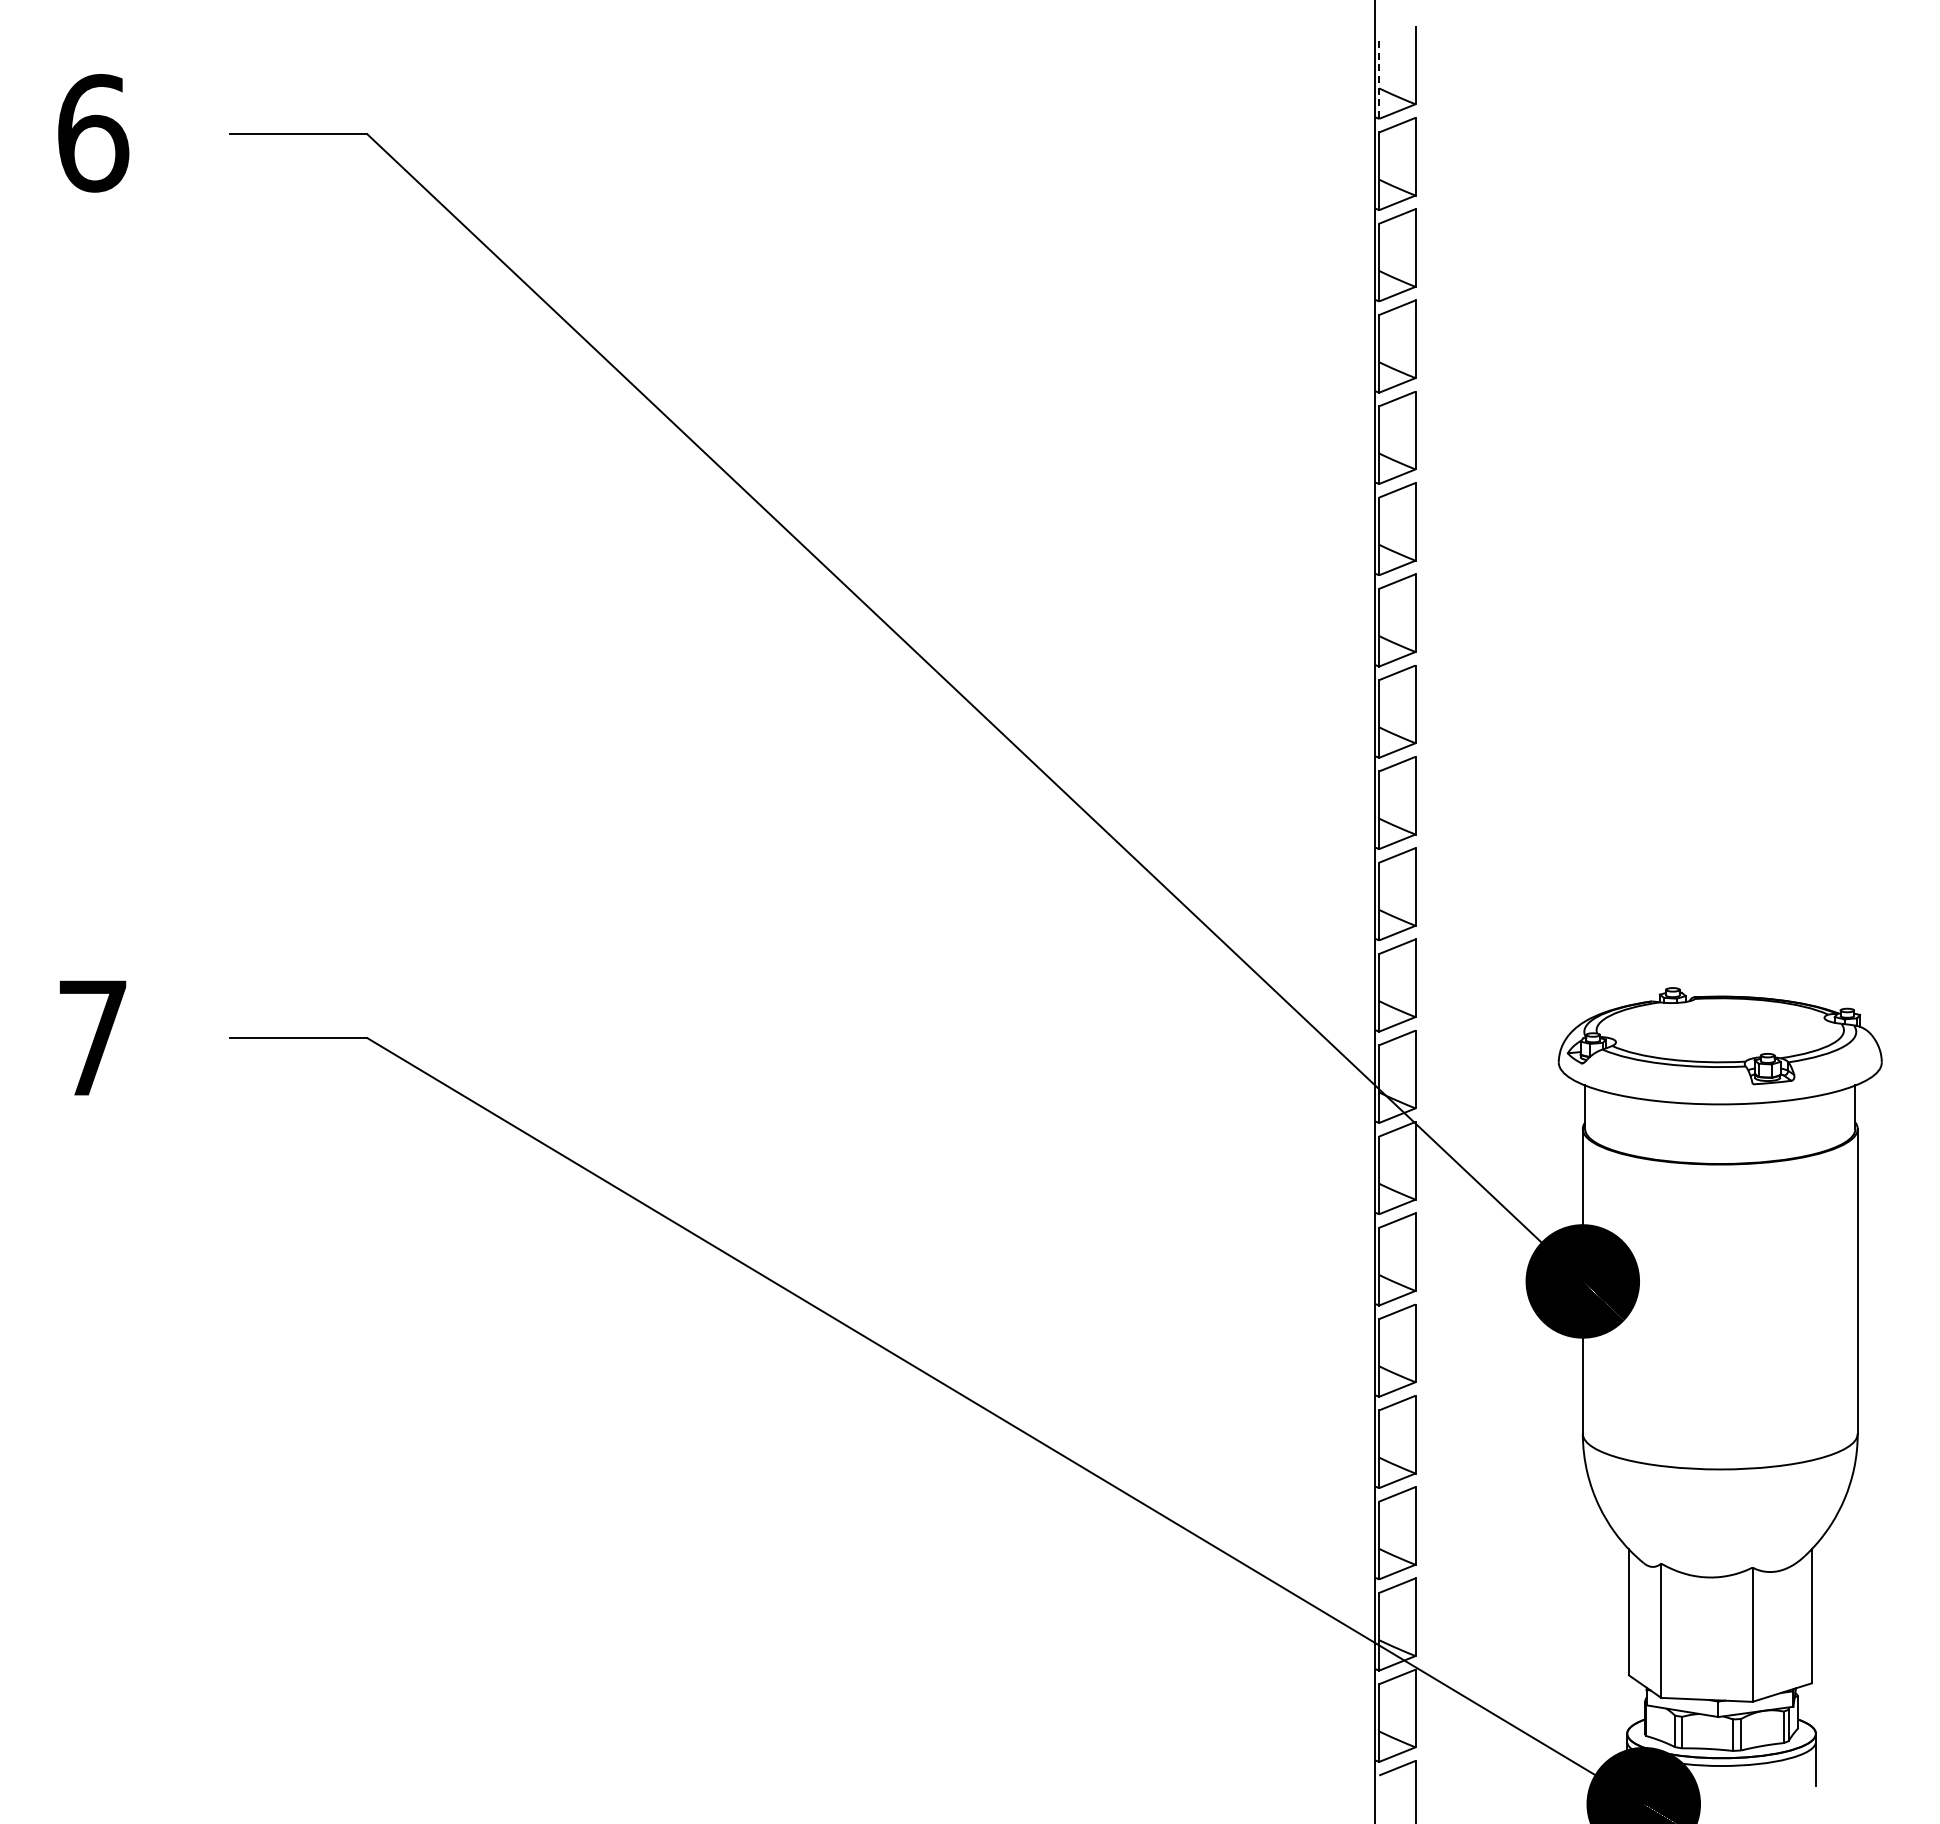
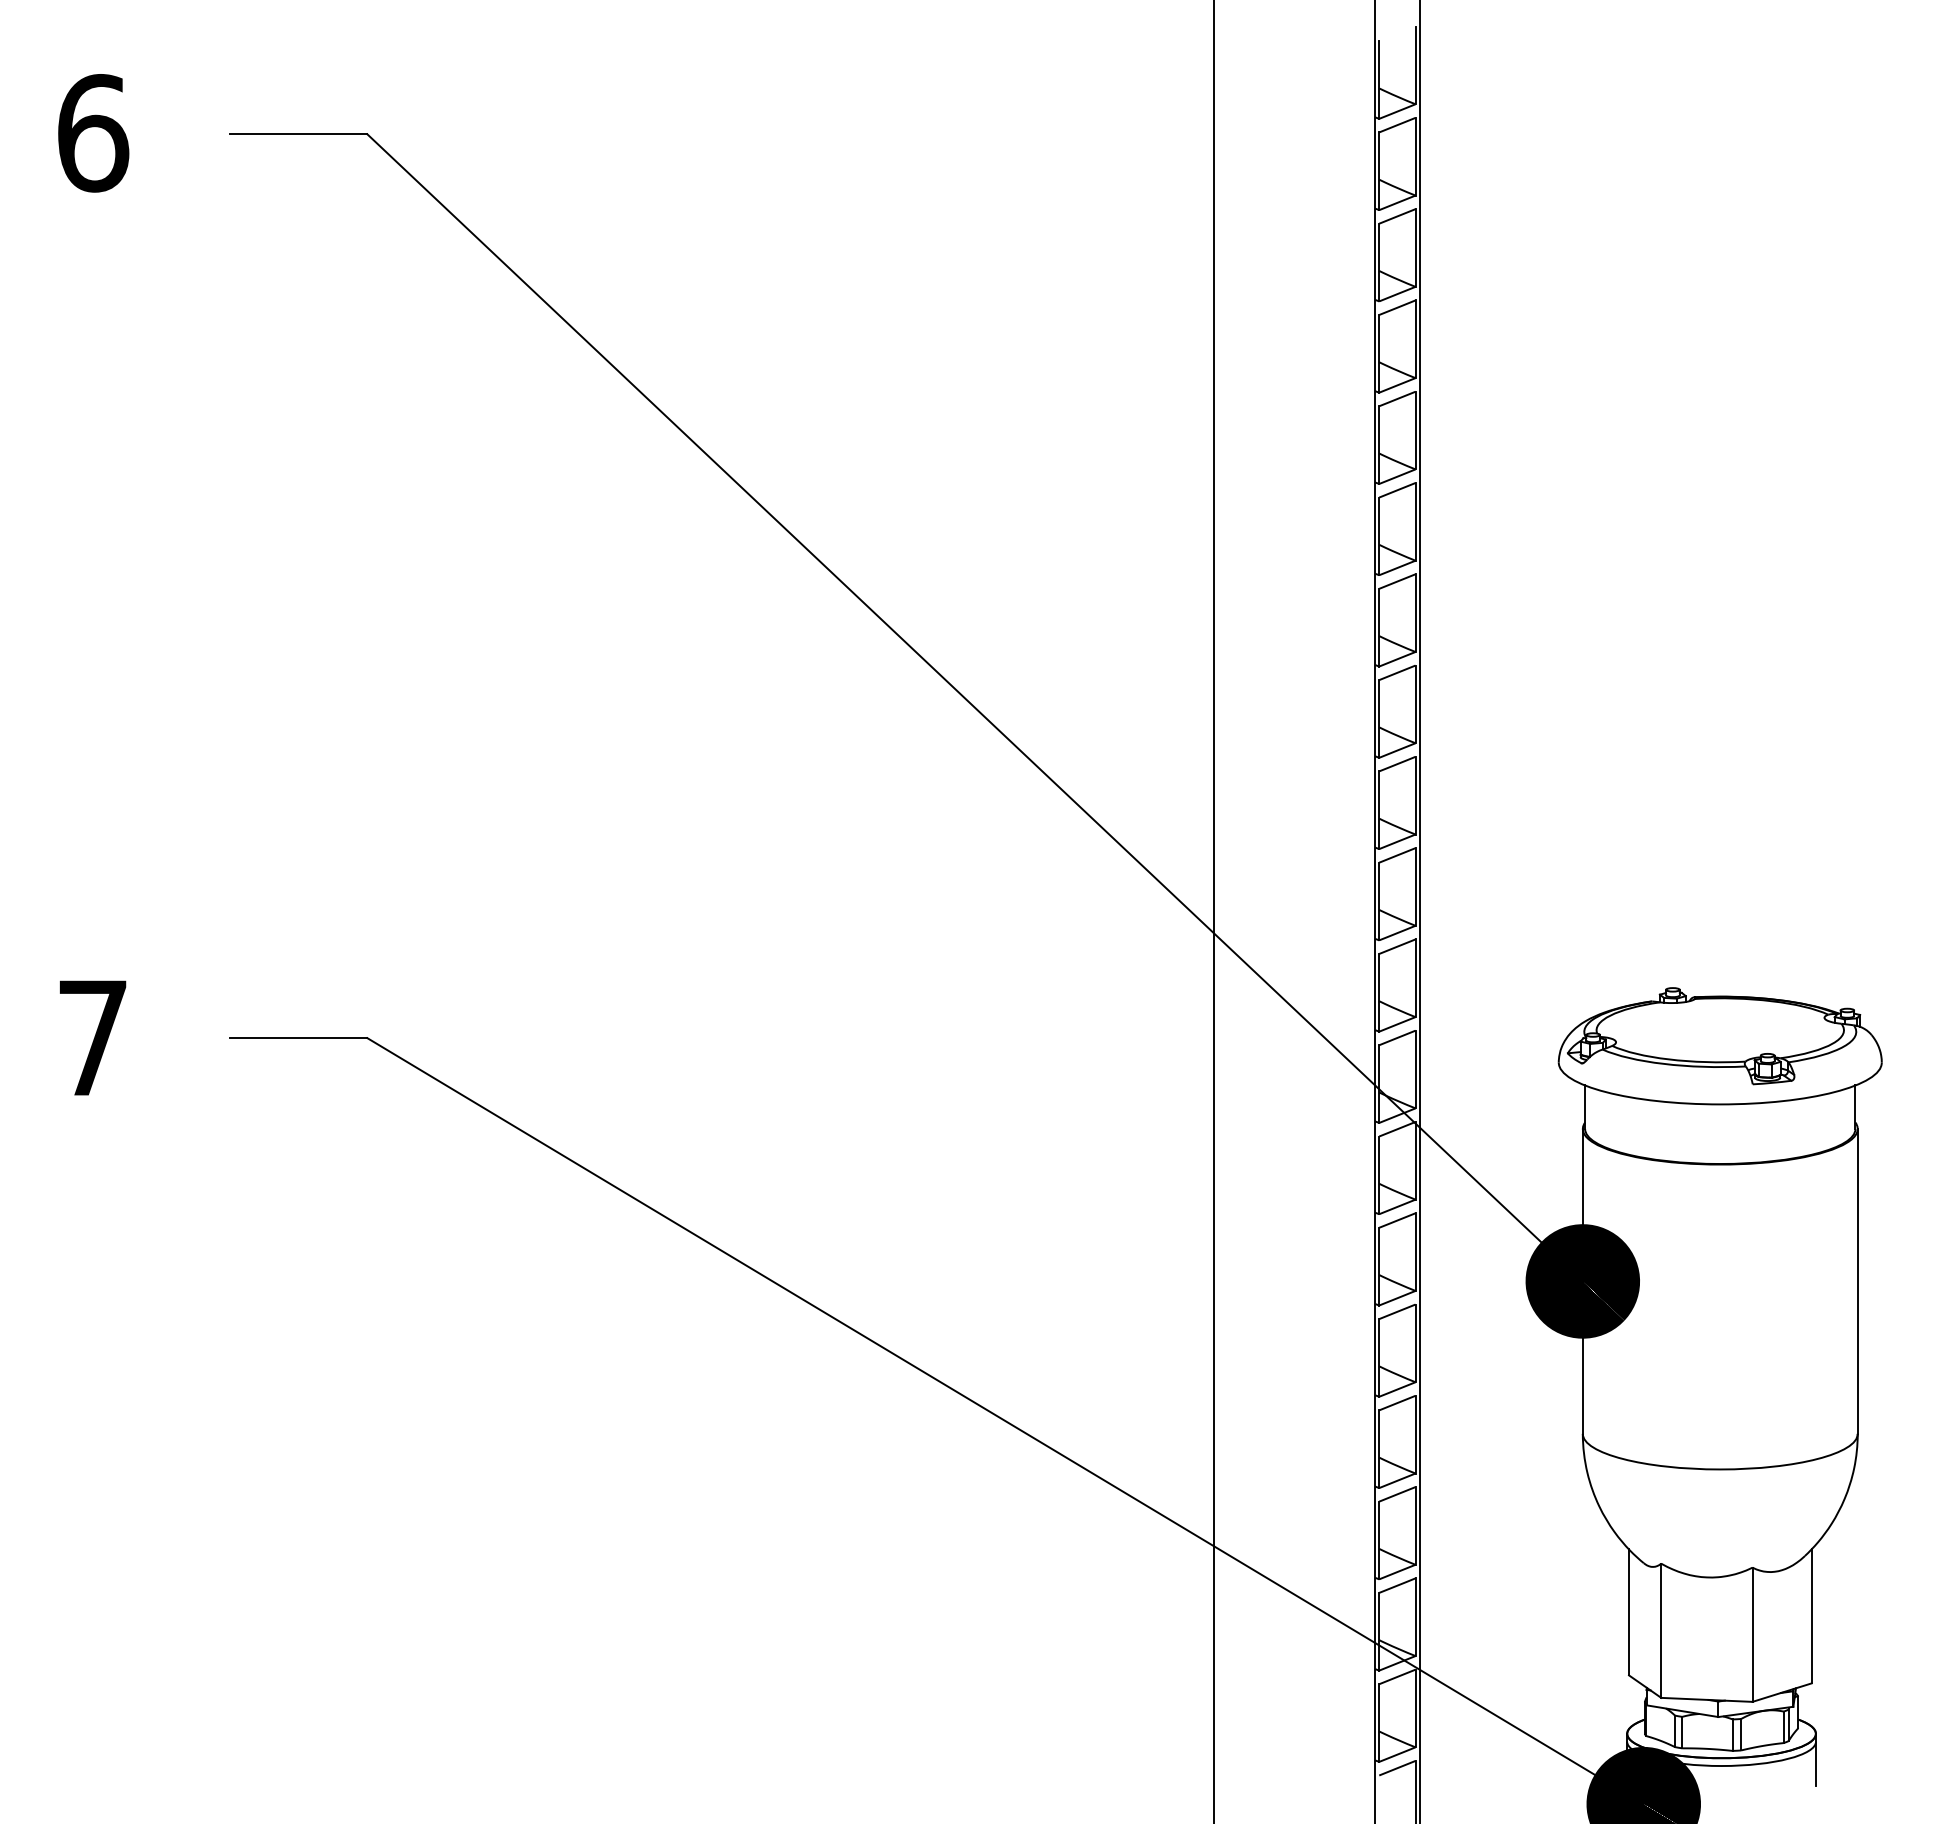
line at (1379, 80): dashed -> solid
line at (1214, 911): none -> present
line at (1419, 911): none -> present
